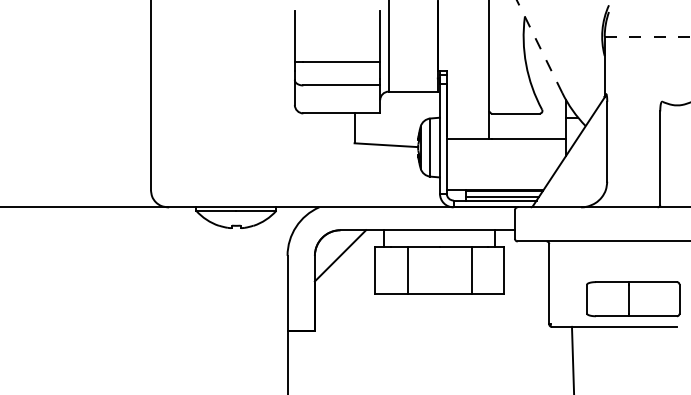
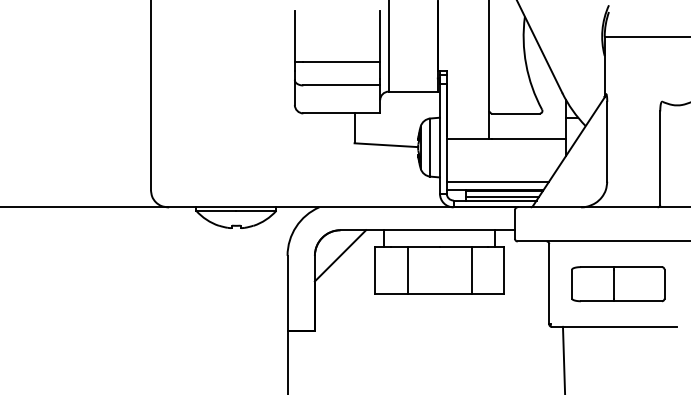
line at (647, 36): dashed -> solid
line at (539, 46): dashed -> solid
line at (497, 181): none -> present
part at (633, 299) position: (633, 299) -> (618, 284)
line at (572, 358) position: (572, 358) -> (563, 358)
